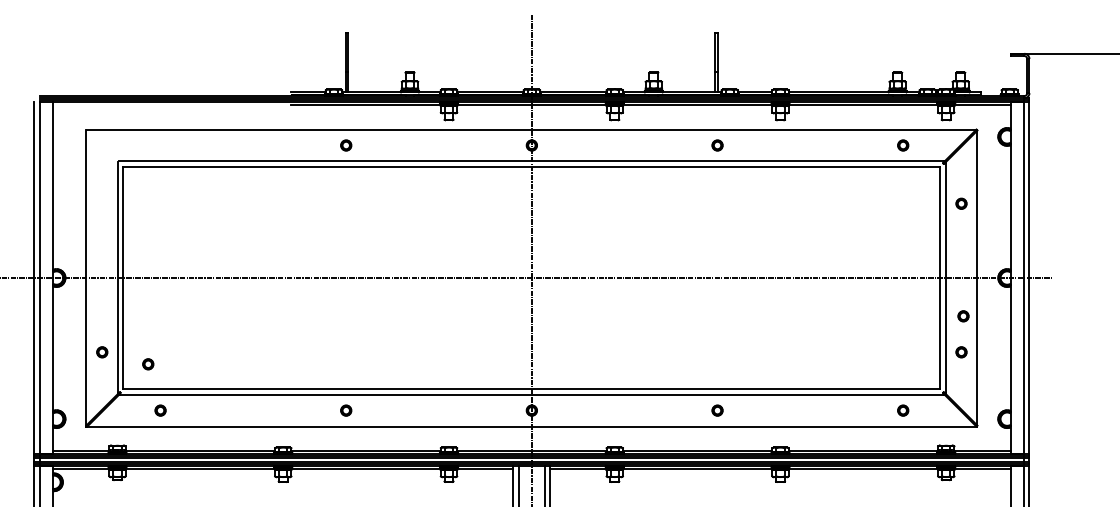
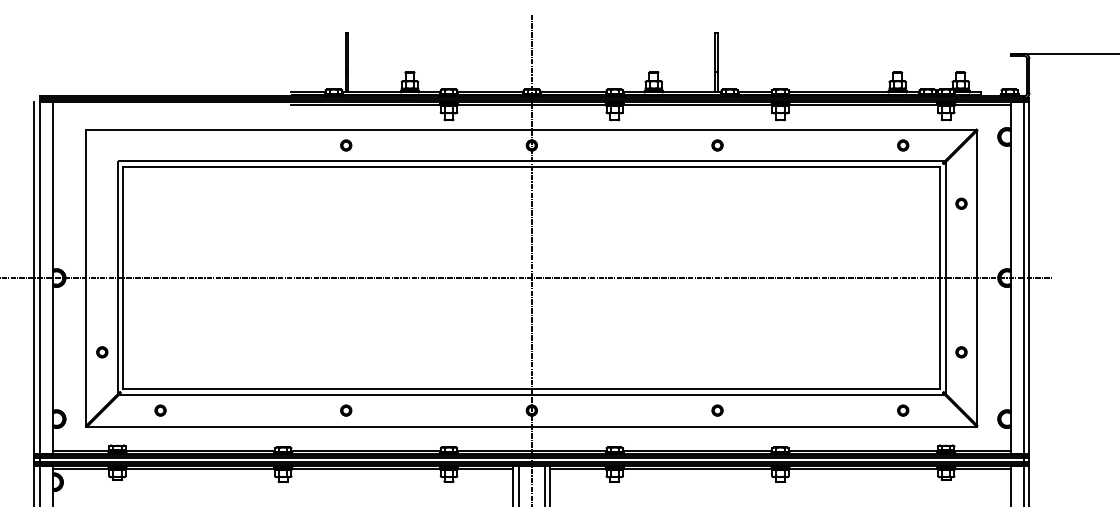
part at (963, 316): present -> none
part at (148, 364): present -> none
